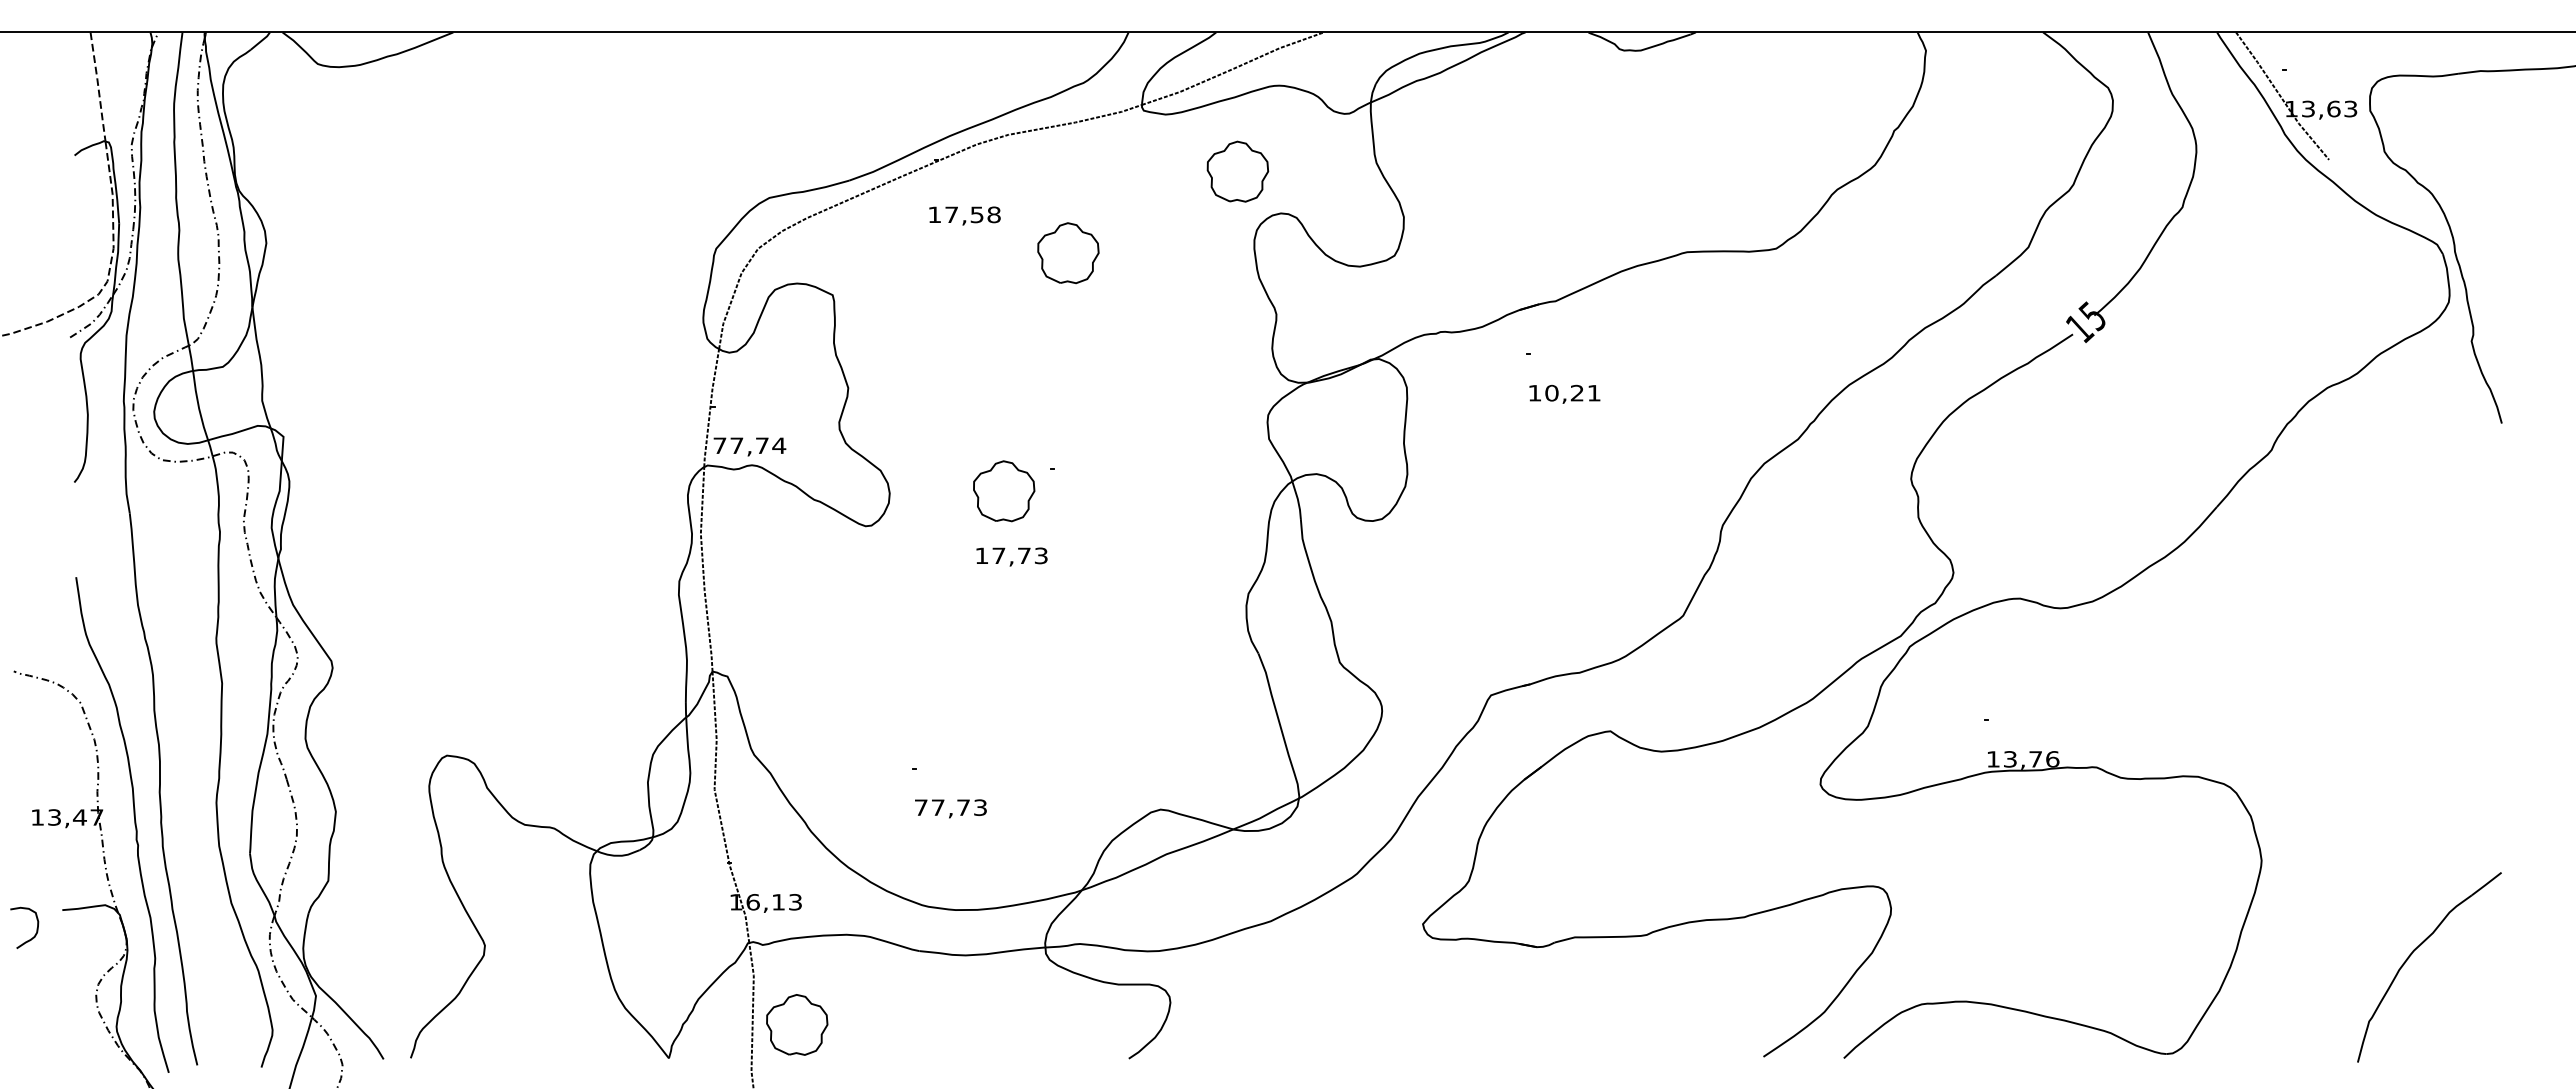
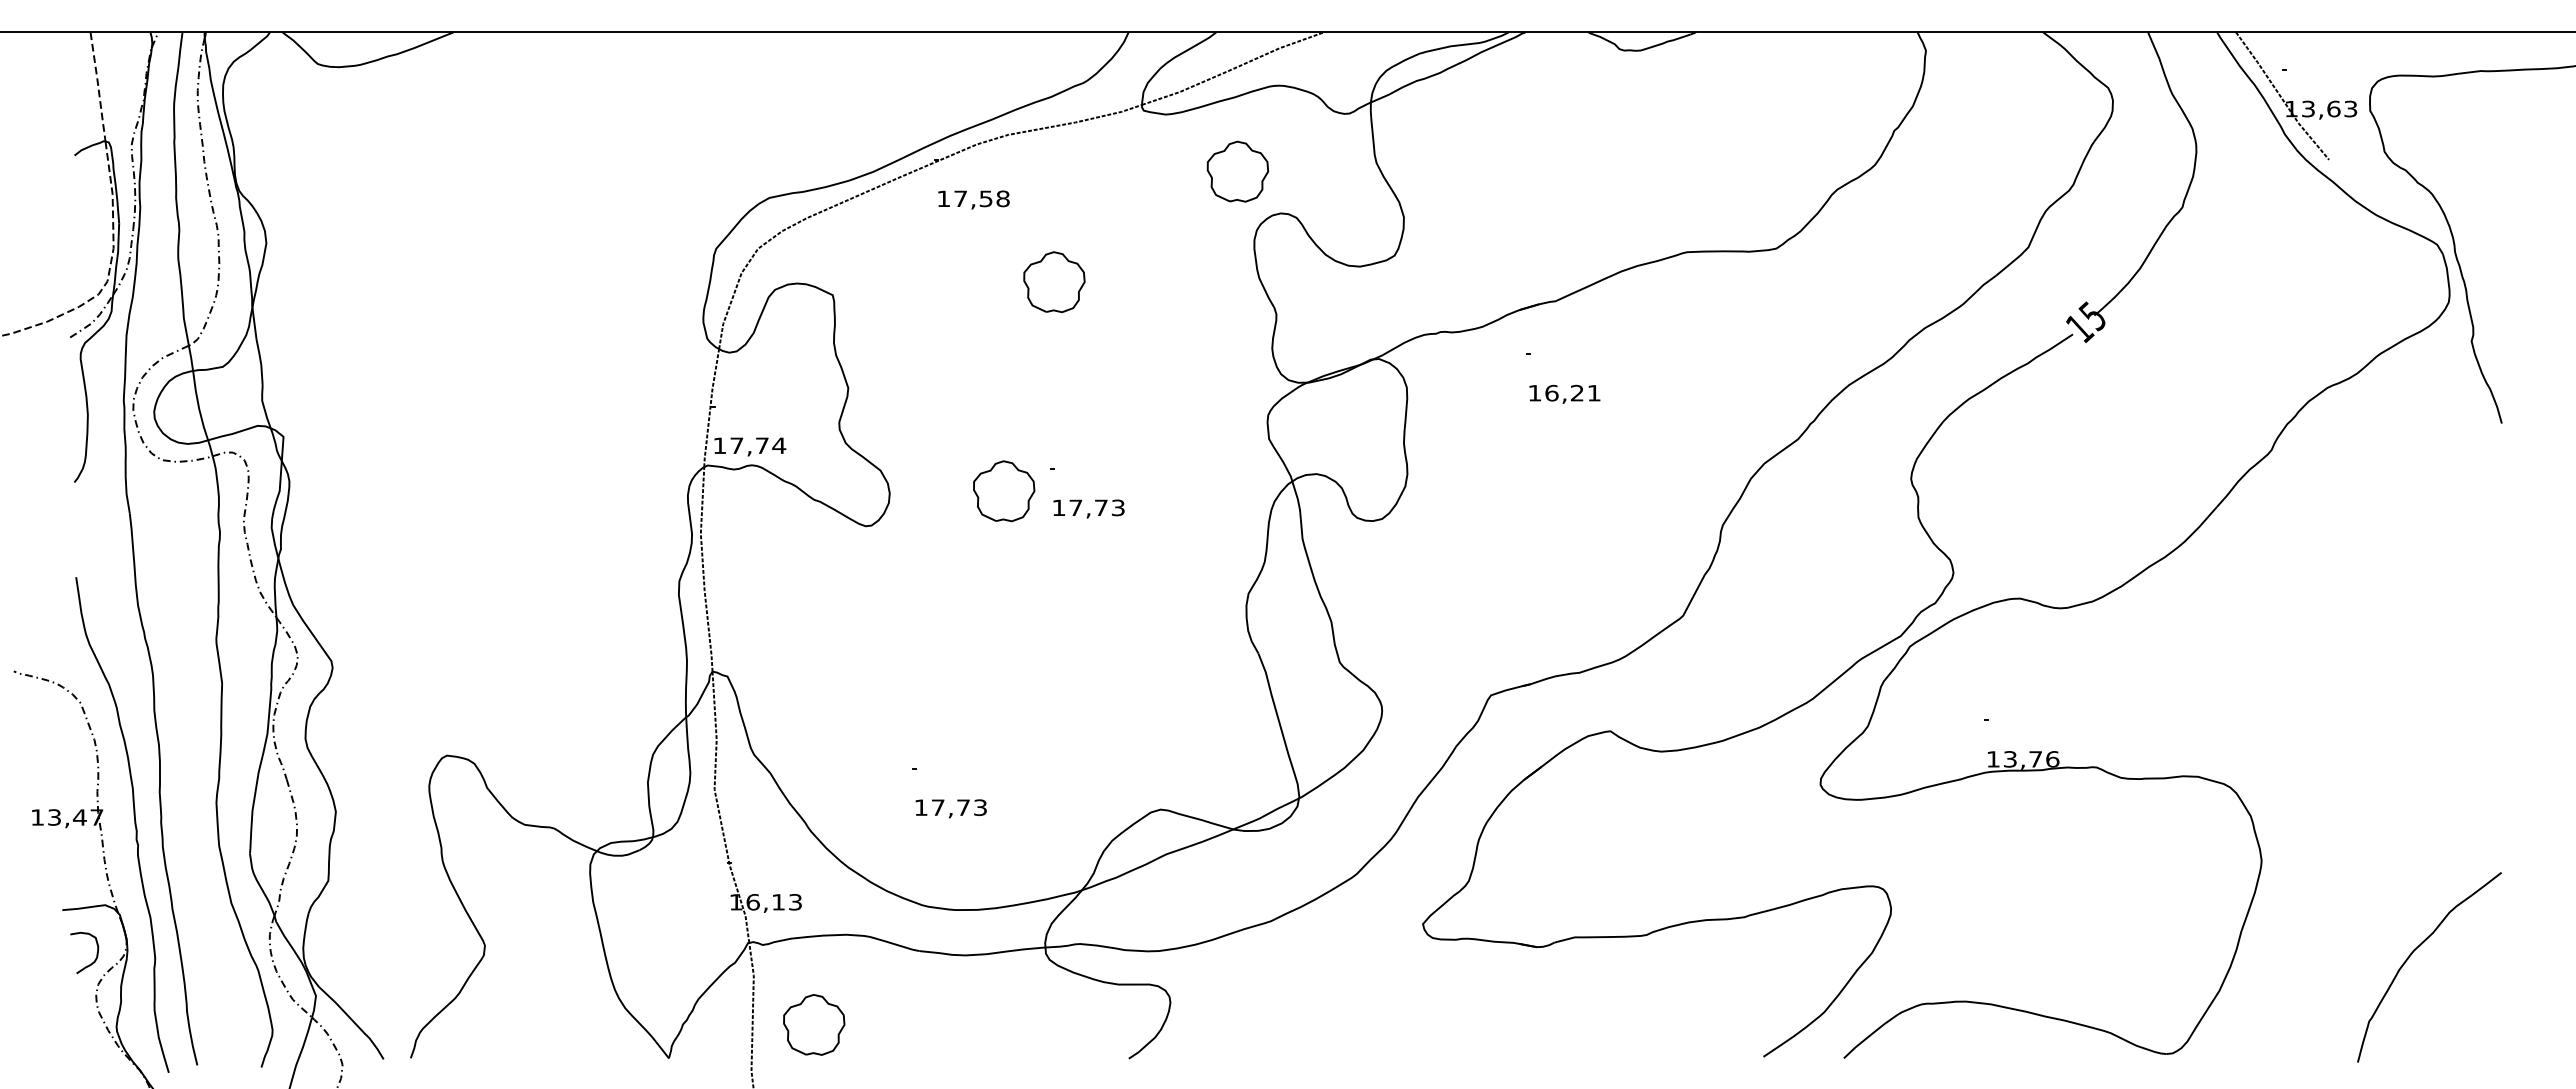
text at (964, 215) position: (964, 215) -> (973, 199)
part at (1068, 253) position: (1068, 253) -> (1054, 282)
text at (1551, 392): 10,21 -> 16,21
text at (719, 445): 77,74 -> 17,74
text at (1011, 556) position: (1011, 556) -> (1088, 508)
text at (921, 807): 77,73 -> 17,73
curve at (36, 928) position: (36, 928) -> (96, 953)
part at (797, 1024) position: (797, 1024) -> (814, 1024)
